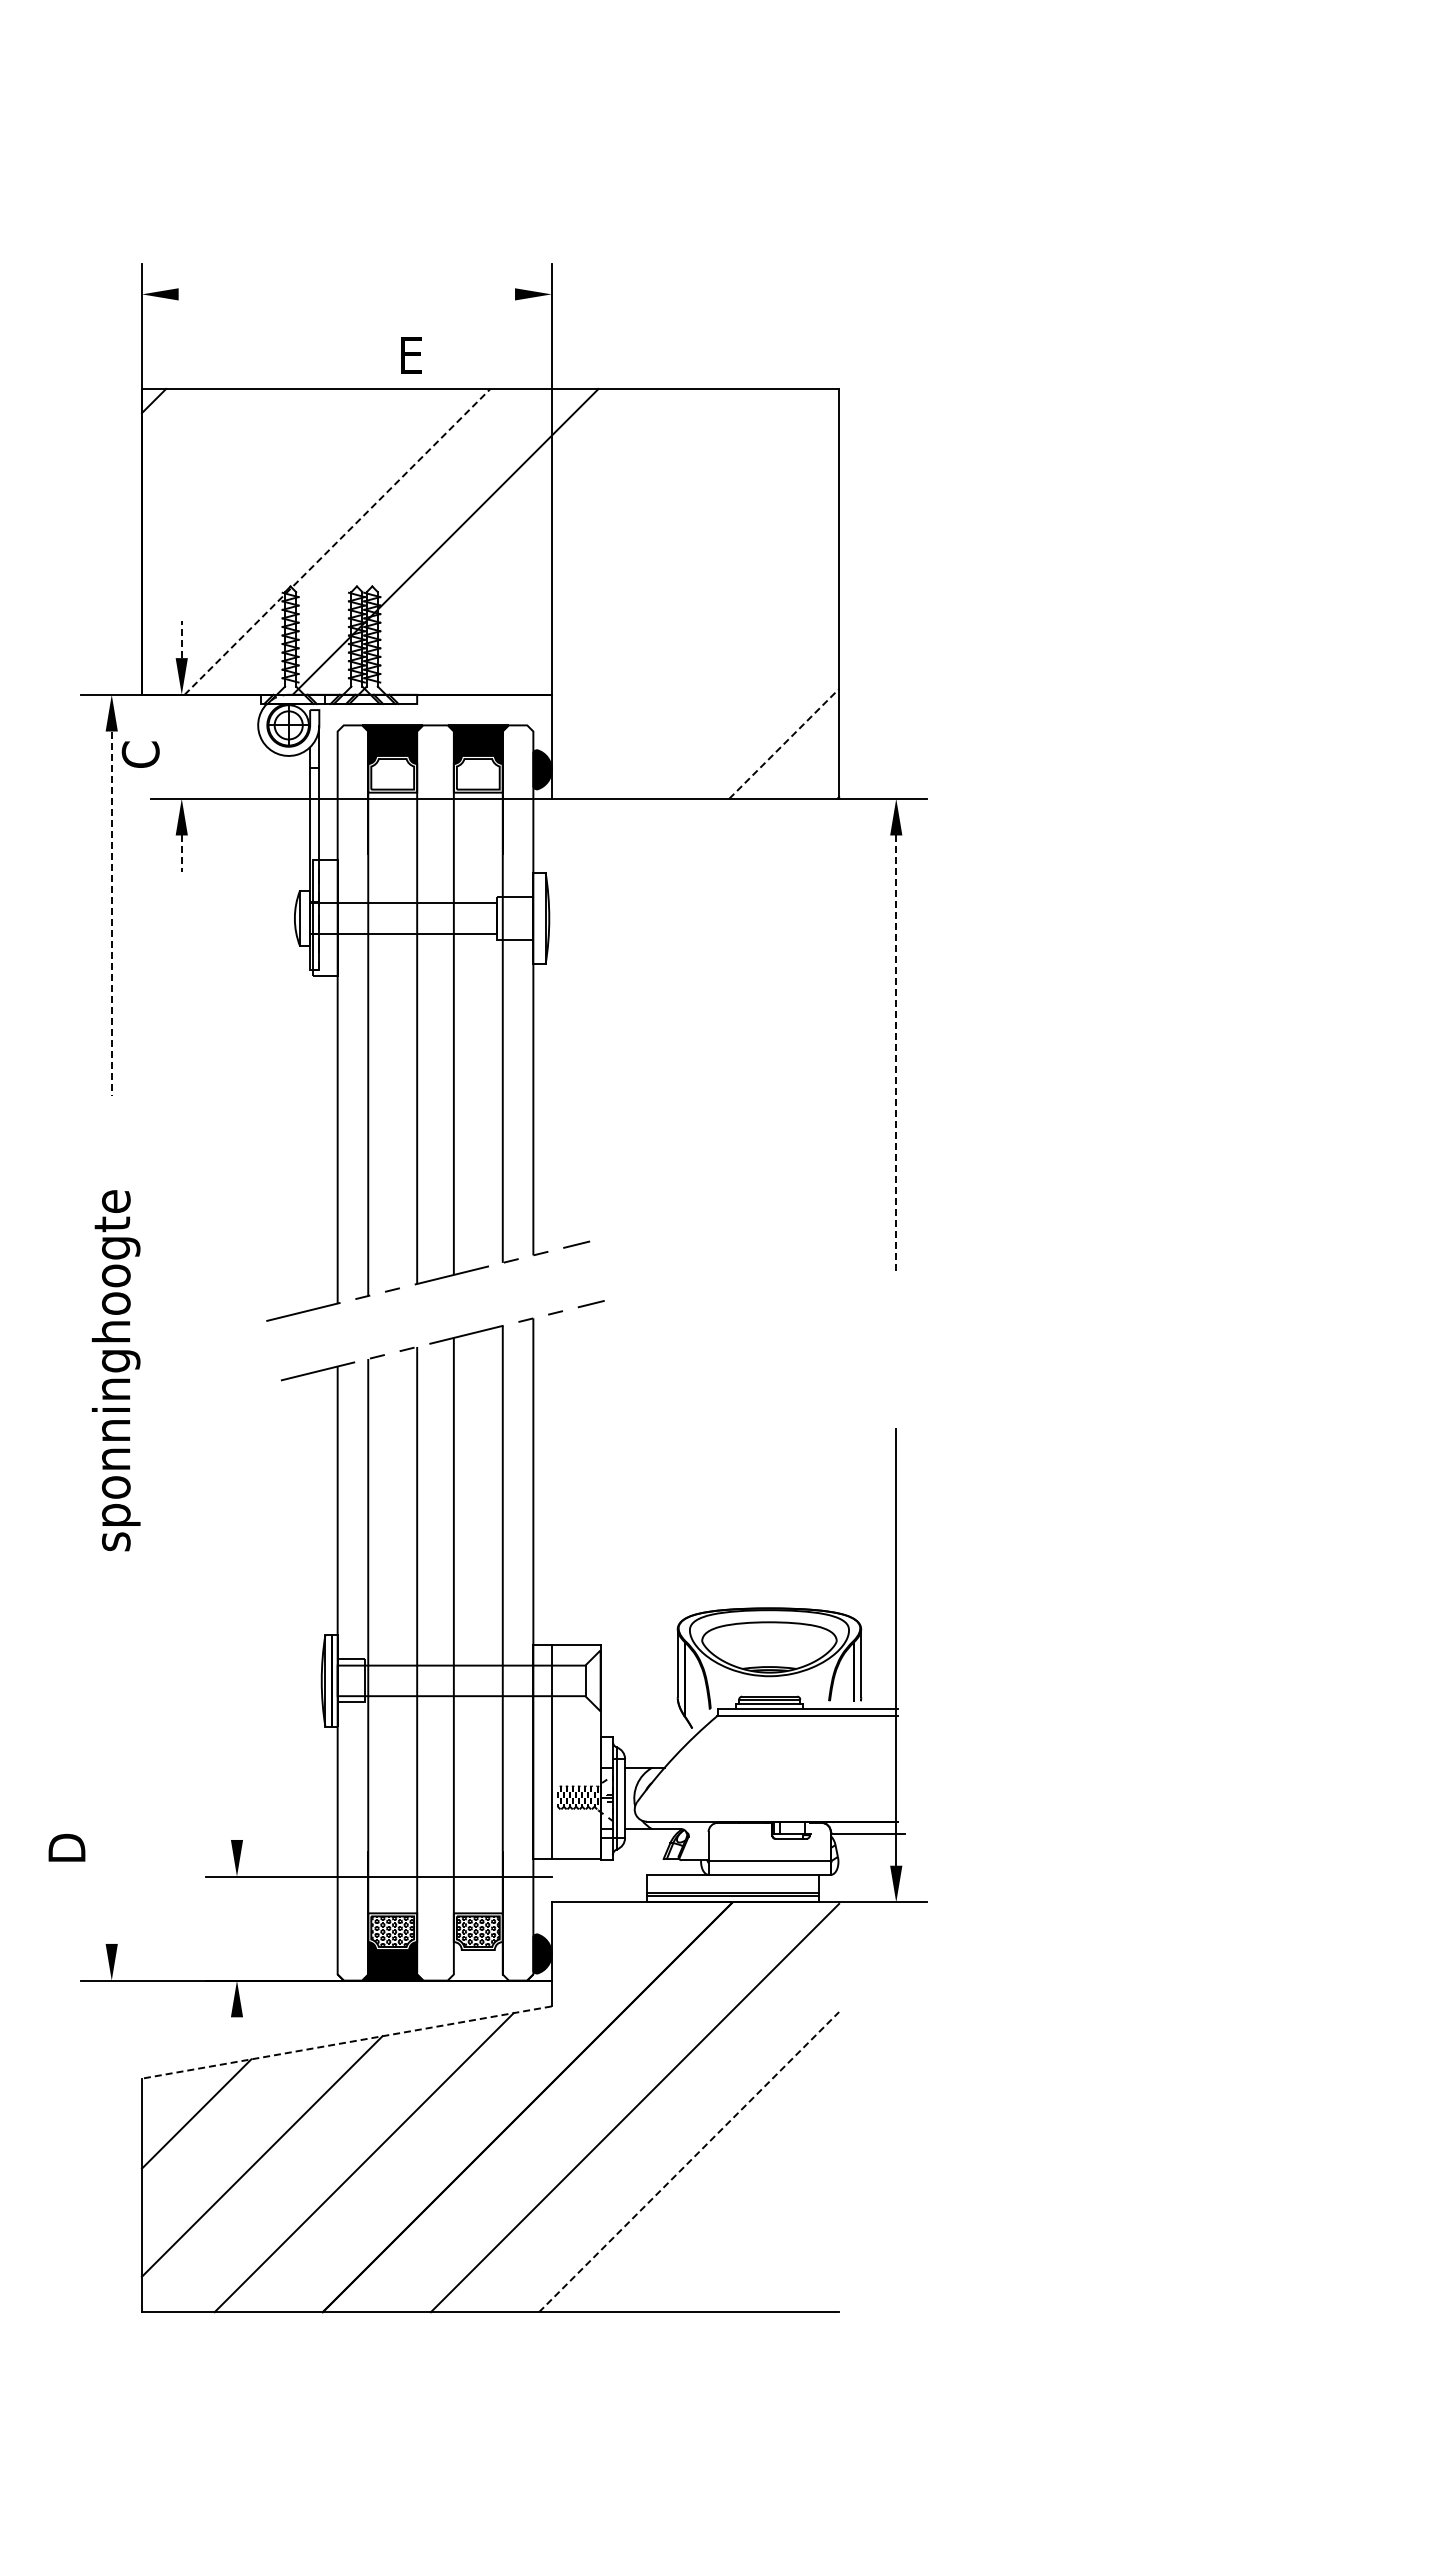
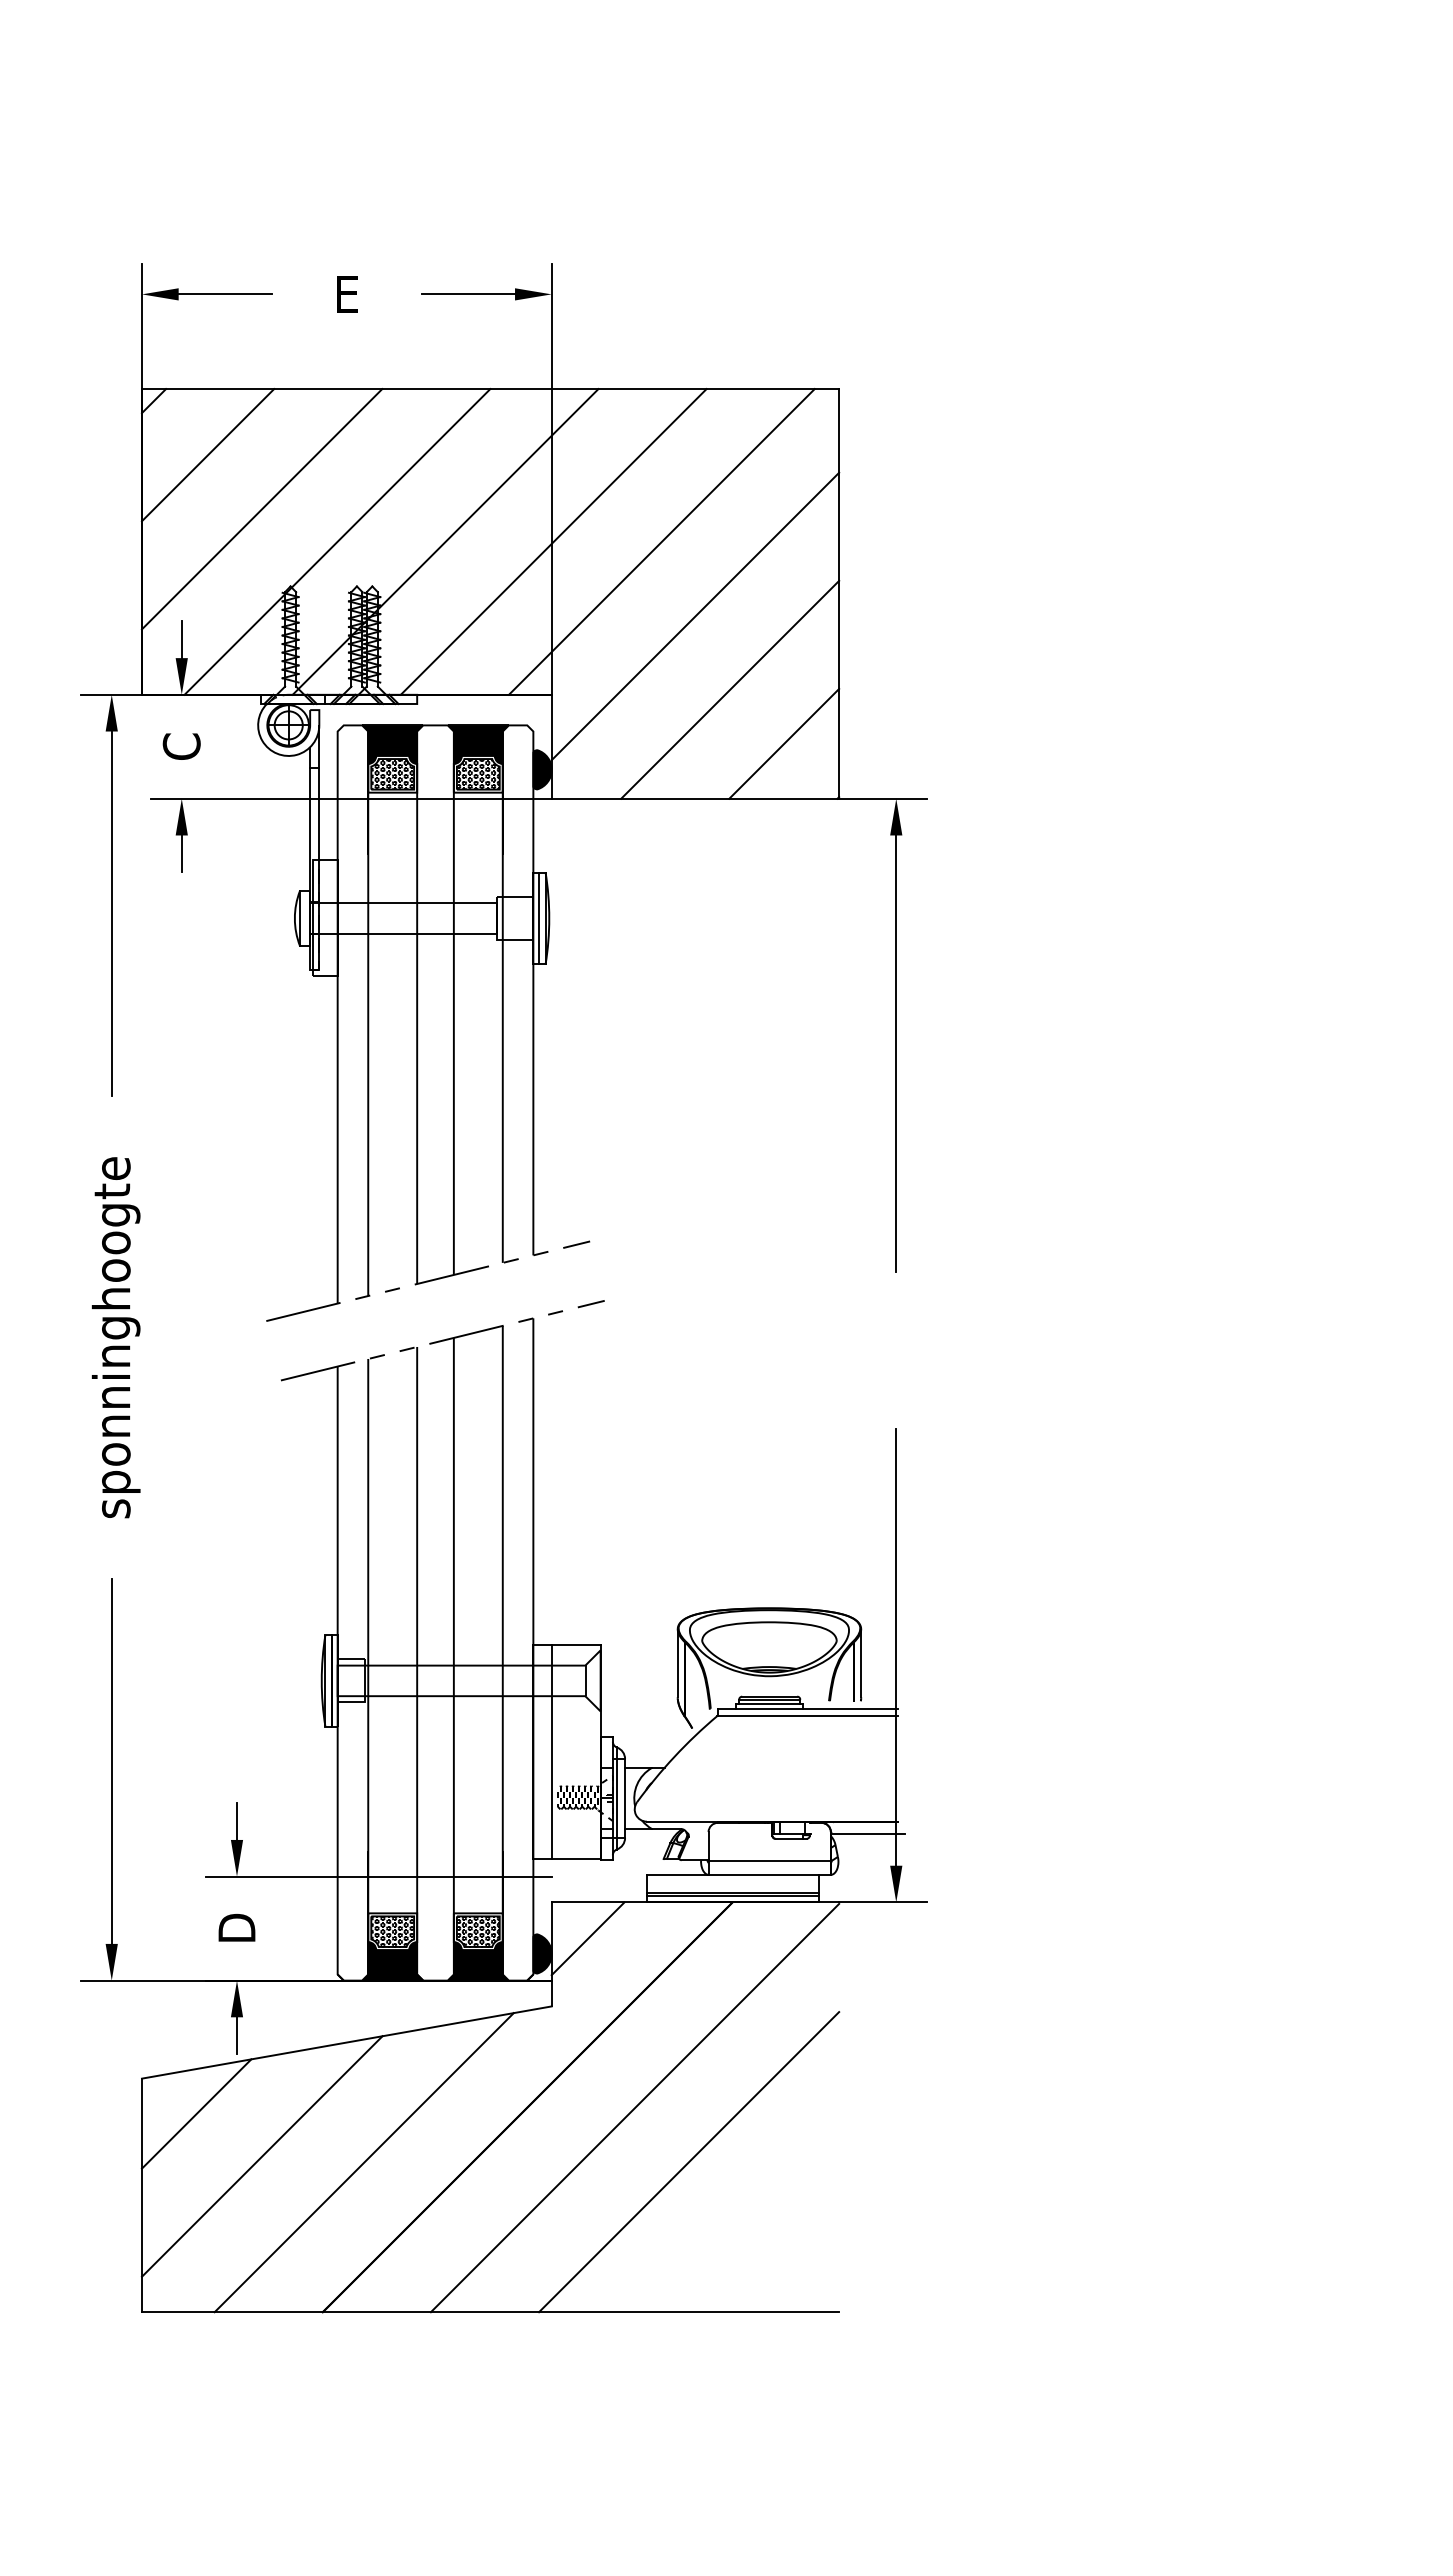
line at (224, 294): none -> present
line at (468, 294): none -> present
text at (411, 355) position: (411, 355) -> (347, 294)
line at (207, 455): none -> present
line at (261, 509): none -> present
line at (337, 541): dashed -> solid
line at (553, 541): none -> present
line at (661, 541): none -> present
line at (695, 616): none -> present
line at (181, 639): dashed -> solid
line at (730, 689): none -> present
line at (784, 743): dashed -> solid
text at (140, 754) position: (140, 754) -> (181, 746)
hatch at (392, 774): none -> present
hatch at (477, 774): none -> present
line at (181, 854): dashed -> solid
line at (111, 914): dashed -> solid
line at (539, 918): none -> present
line at (896, 1054): dashed -> solid
text at (115, 1370) position: (115, 1370) -> (115, 1337)
line at (111, 1761): none -> present
line at (237, 1821): none -> present
text at (66, 1847) position: (66, 1847) -> (236, 1927)
line at (587, 1938): none -> present
fill at (477, 1961): none -> present
line at (237, 2035): none -> present
line at (346, 2042): dashed -> solid
line at (689, 2161): dashed -> solid
